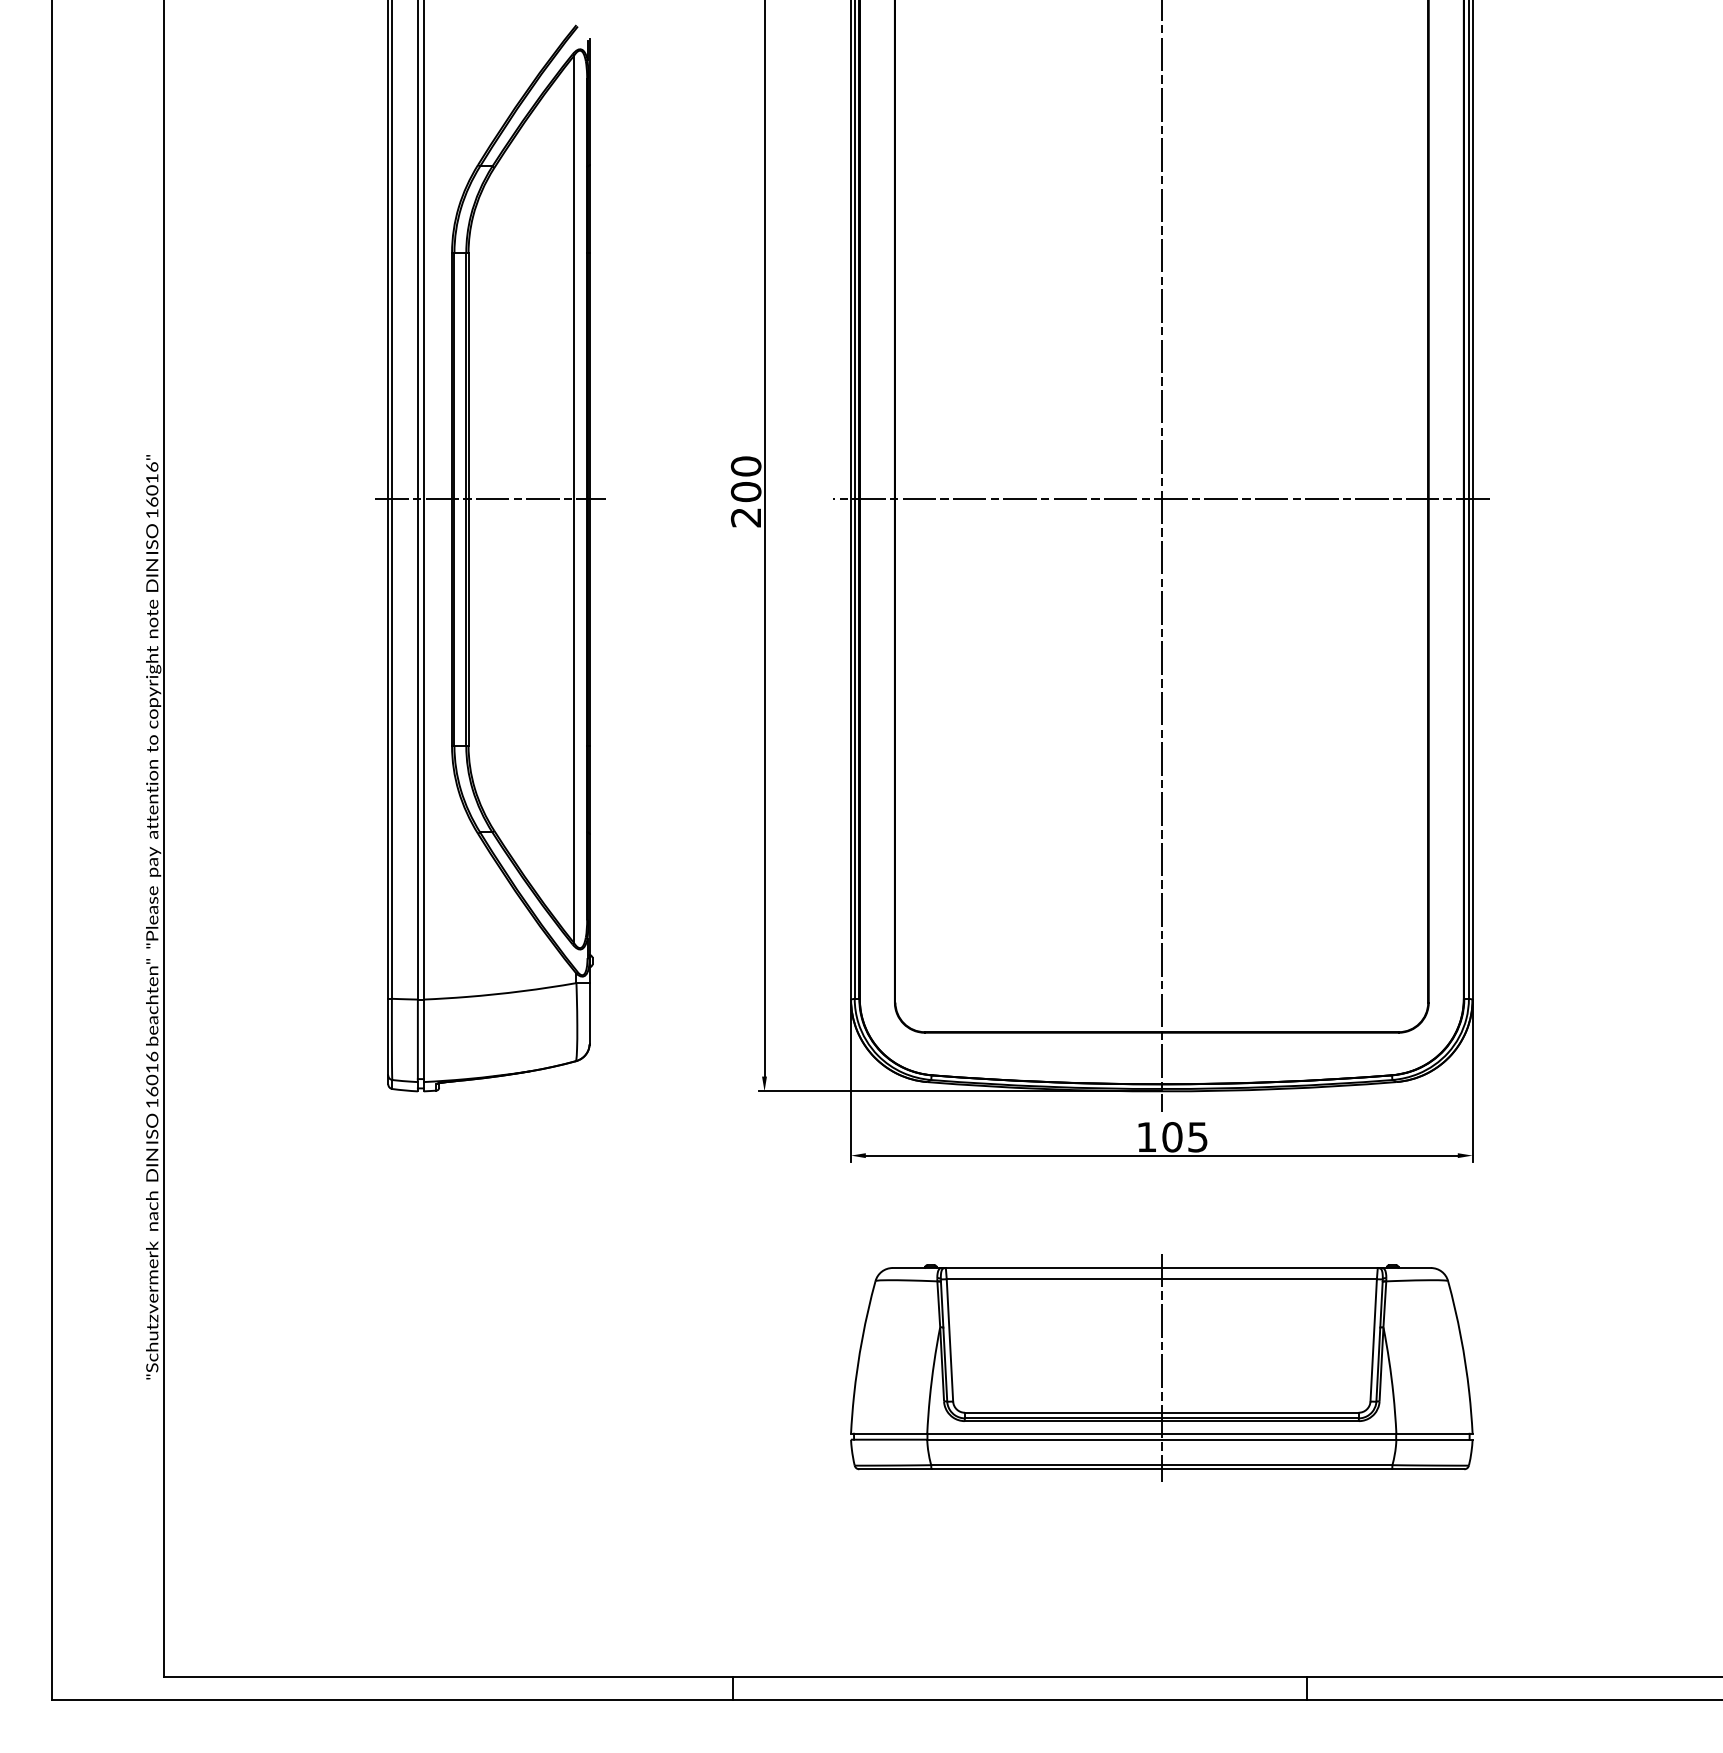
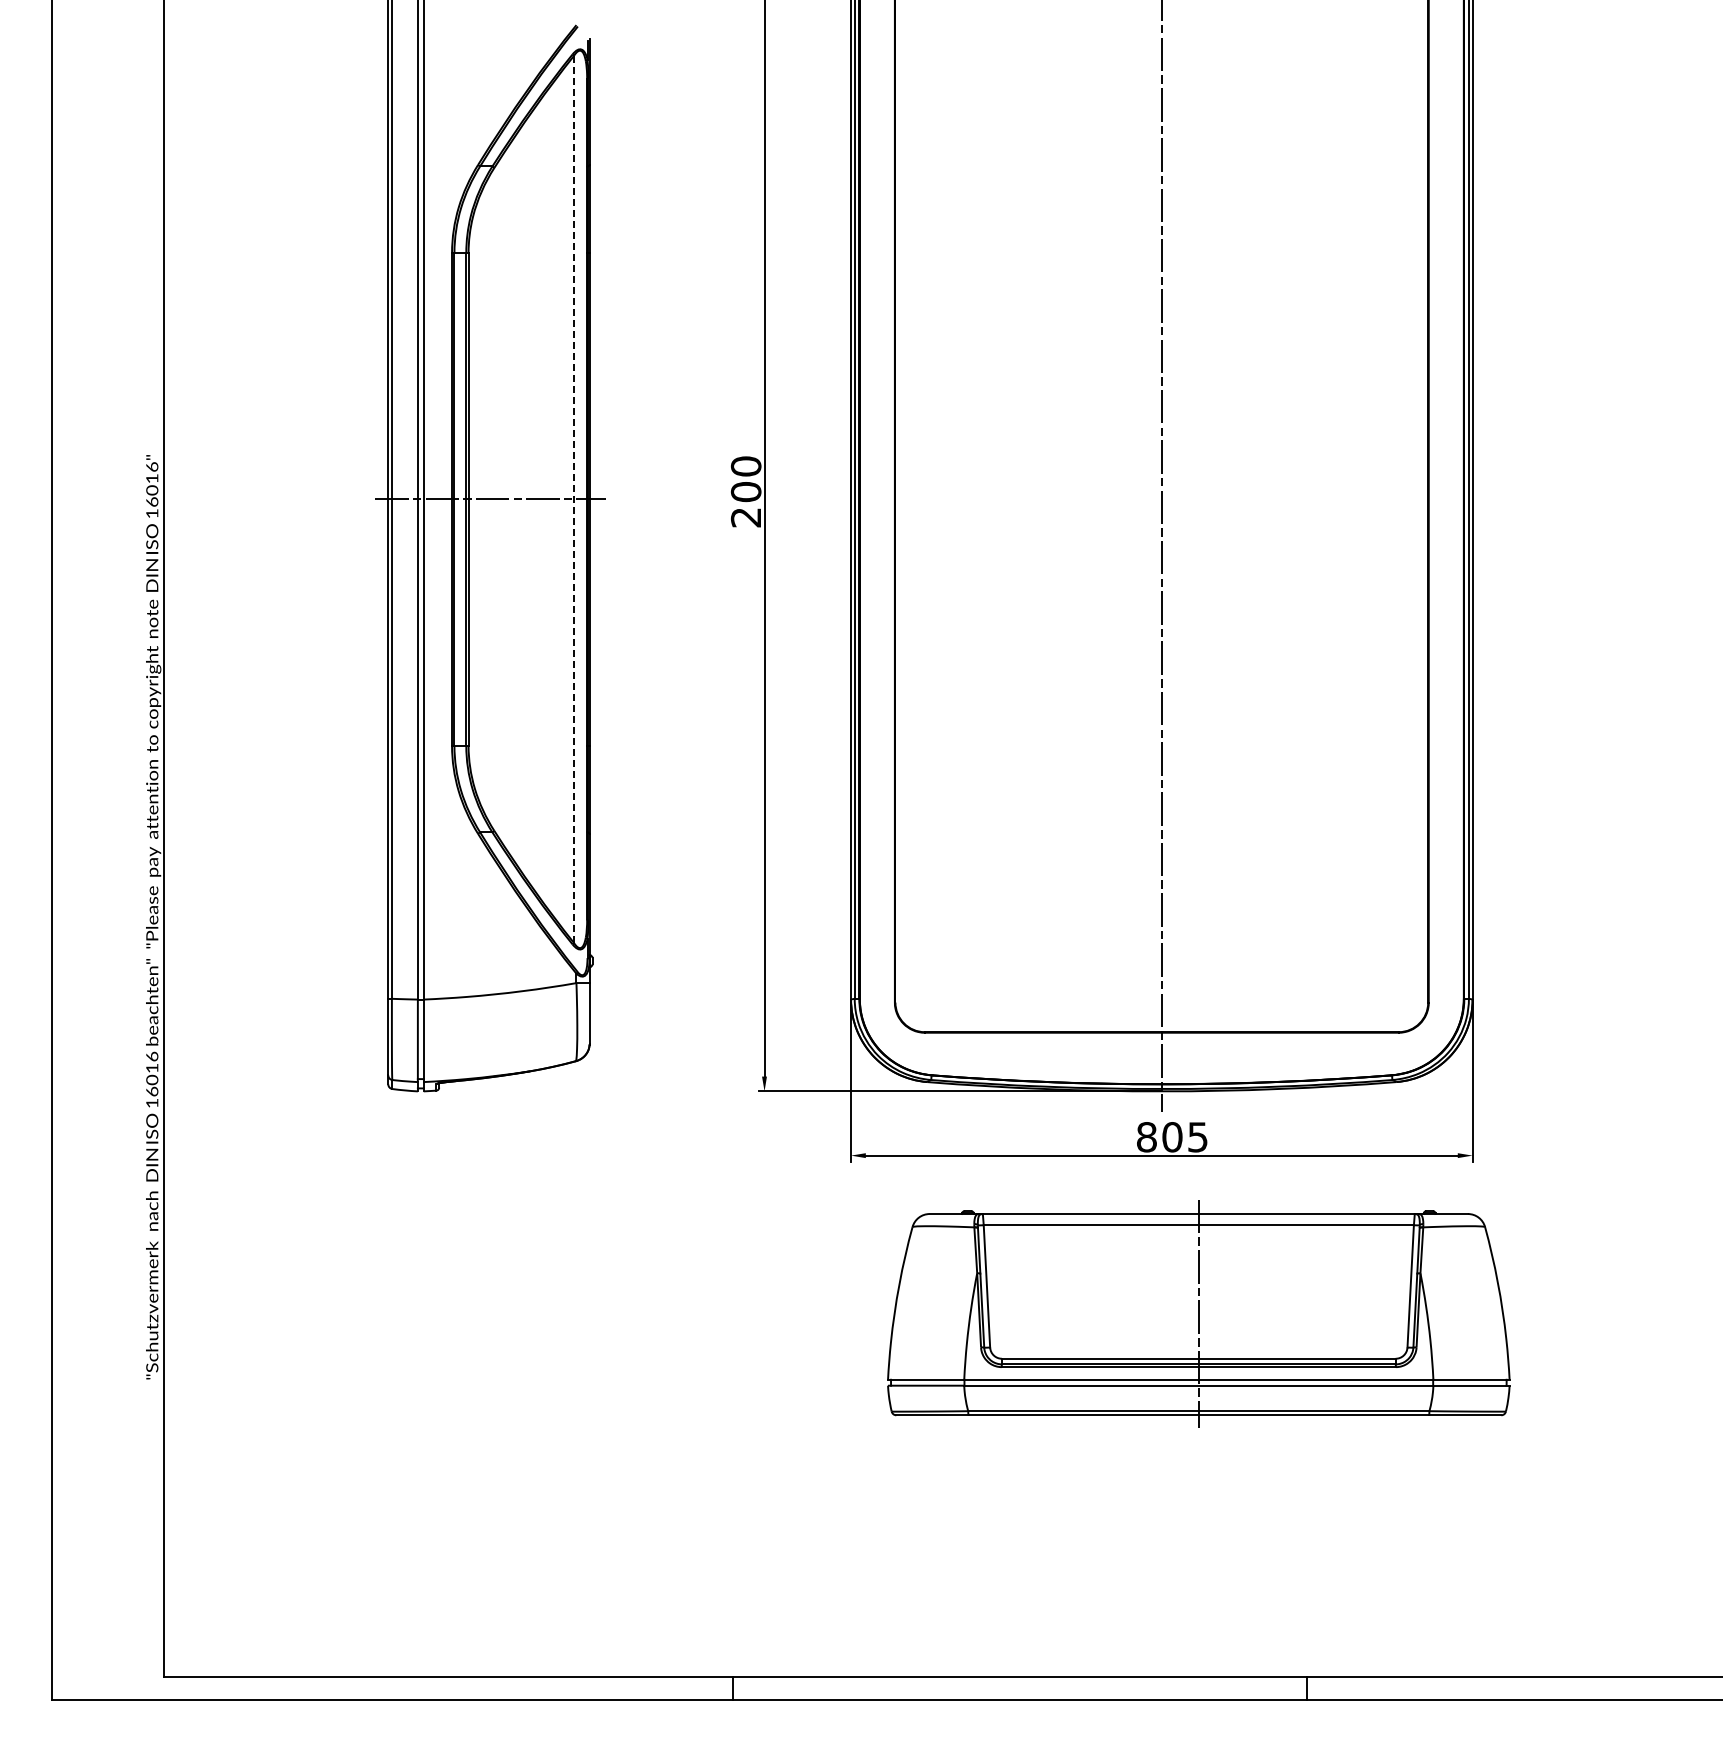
line at (574, 499): solid -> dashed
line at (1161, 499): present -> none
text at (1146, 1137): 105 -> 805
part at (1161, 1367) position: (1161, 1367) -> (1198, 1313)
